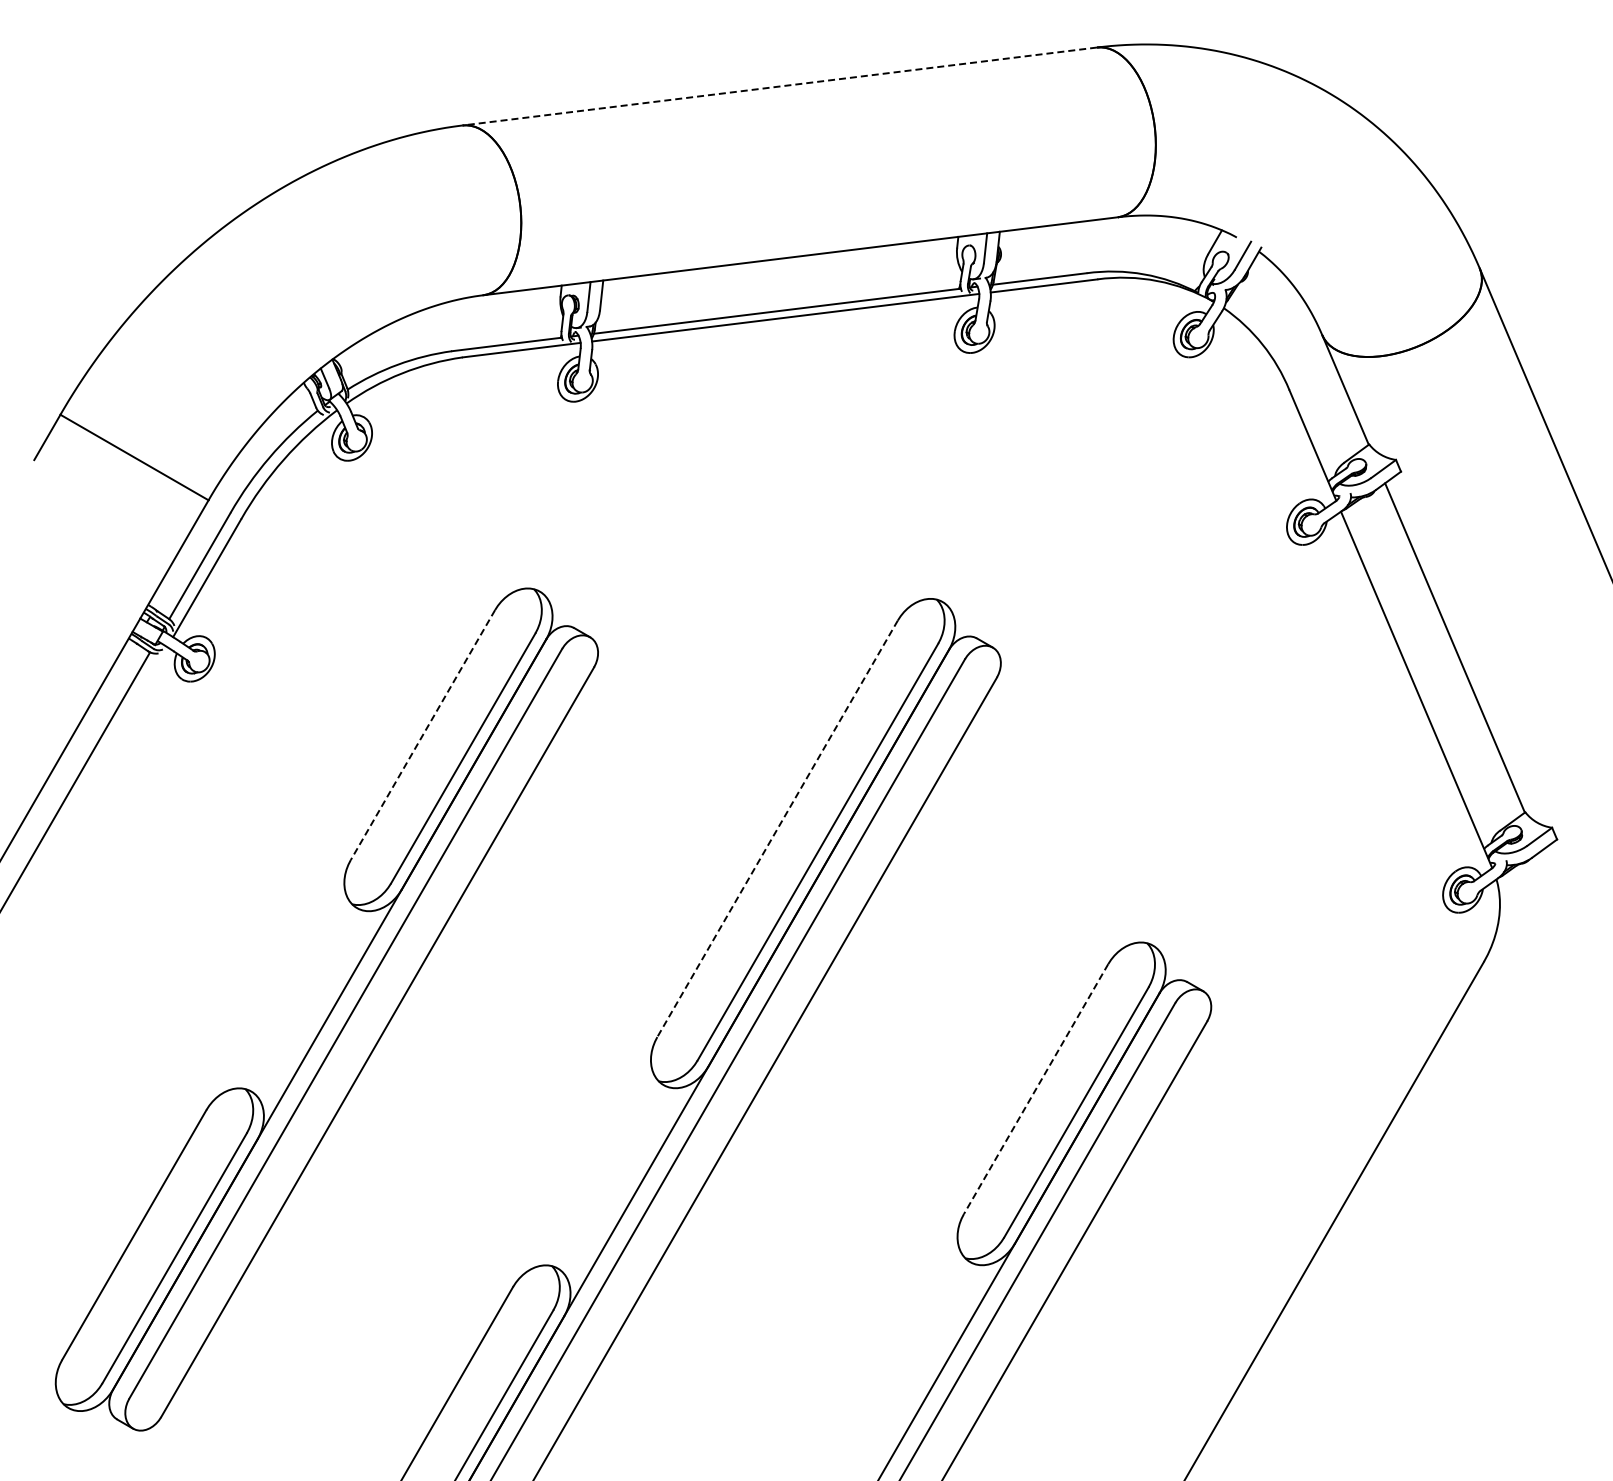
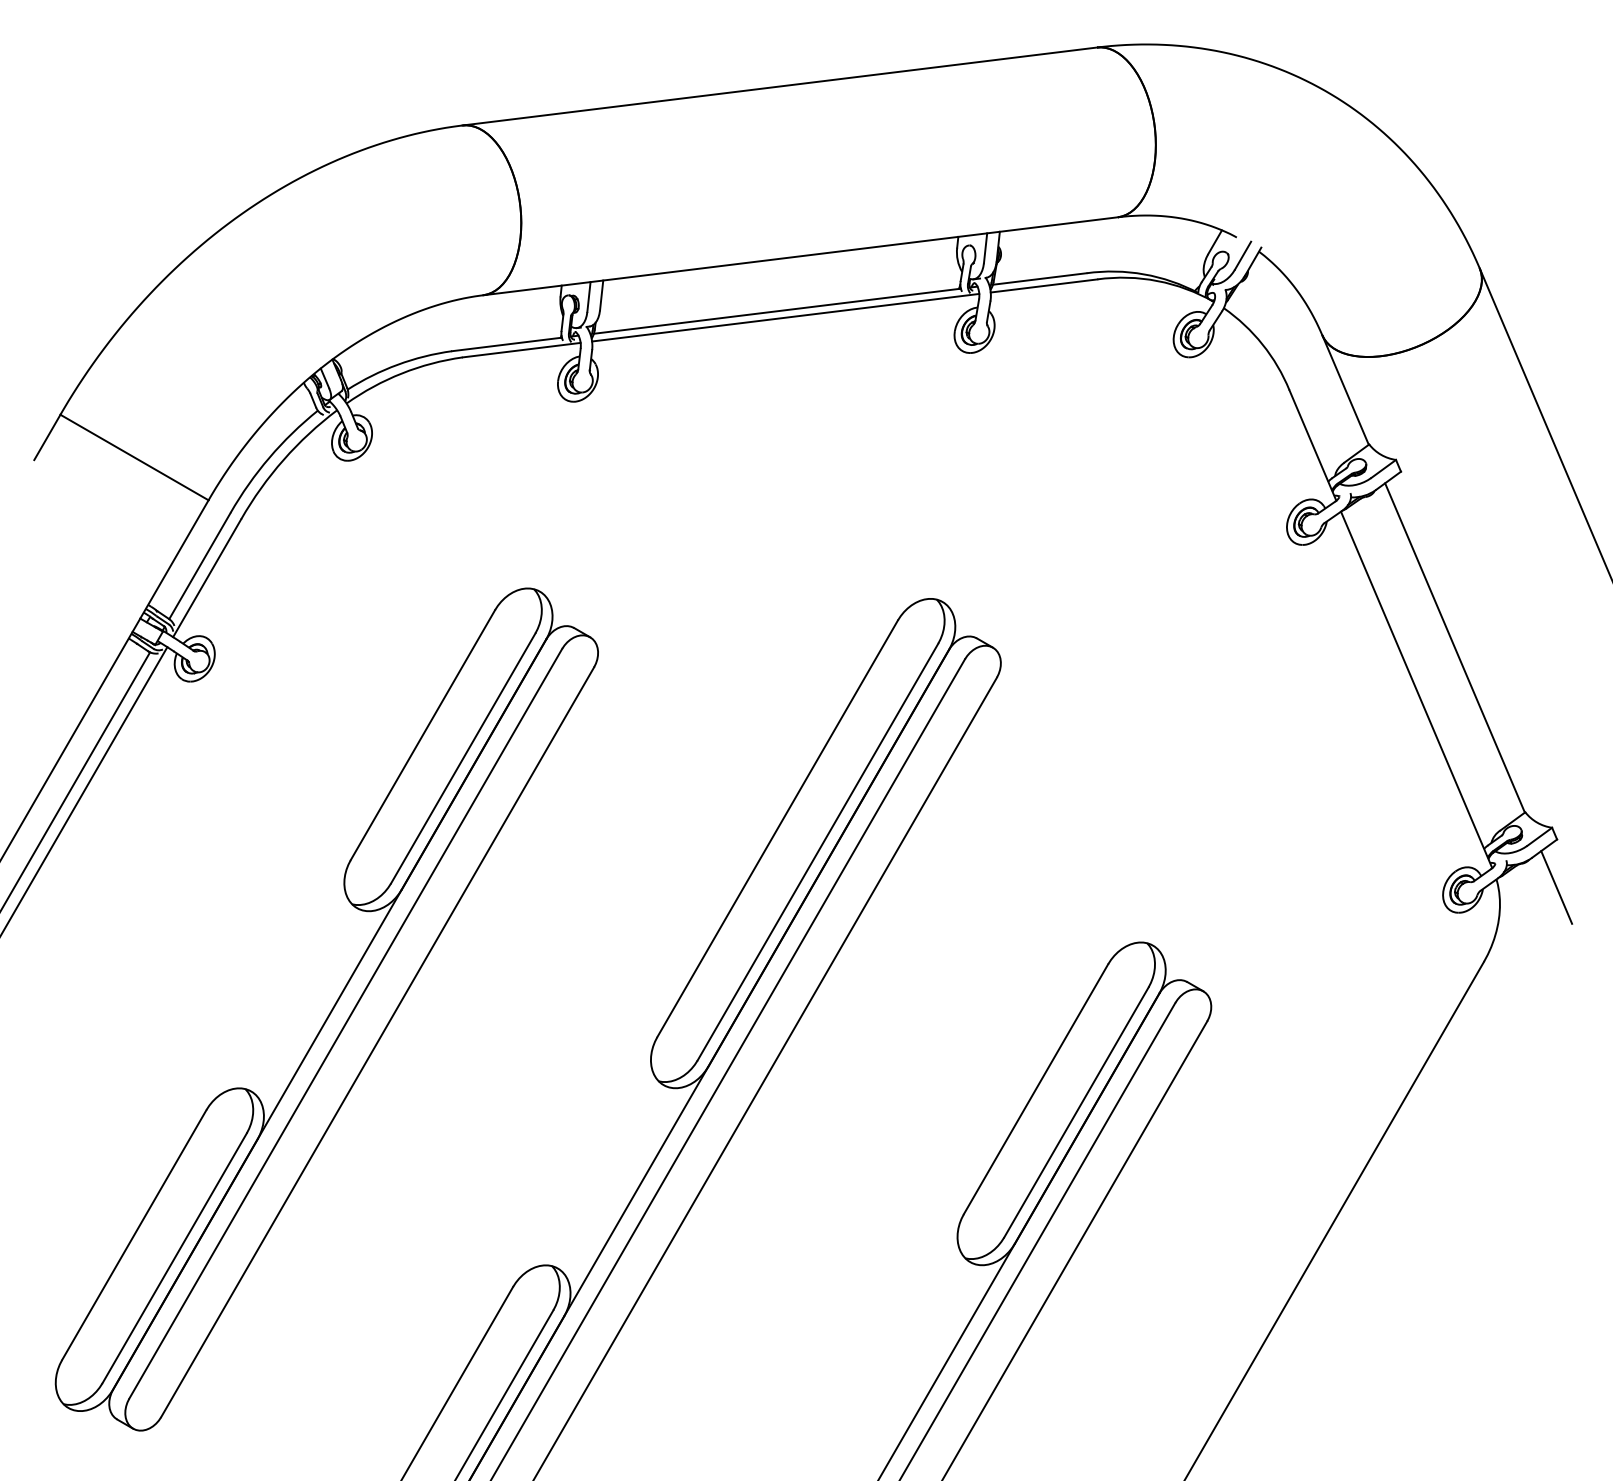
line at (779, 86): dashed -> solid
line at (422, 735): dashed -> solid
line at (84, 790): none -> present
line at (777, 829): dashed -> solid
line at (1556, 887): none -> present
line at (1035, 1089): dashed -> solid
